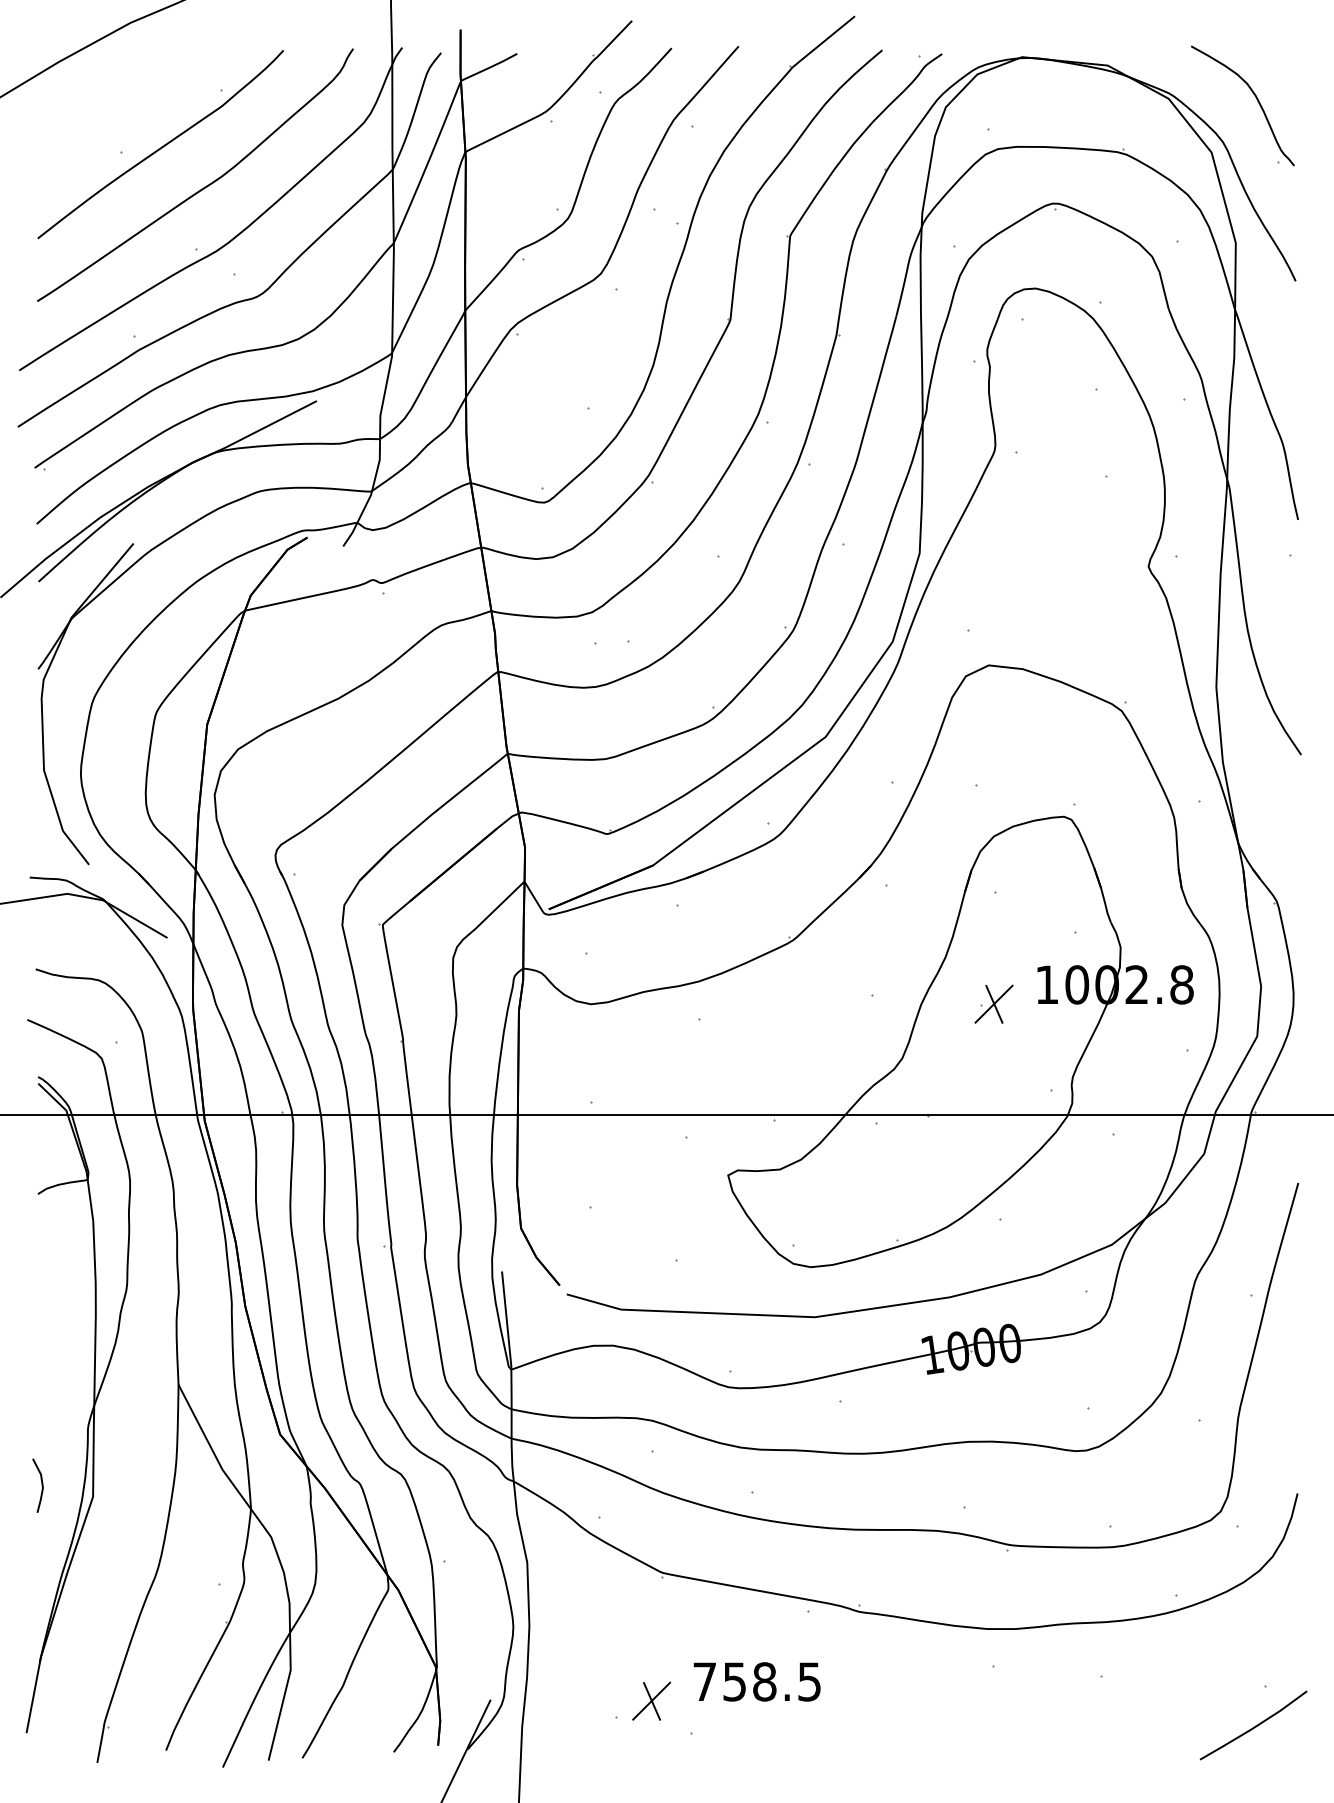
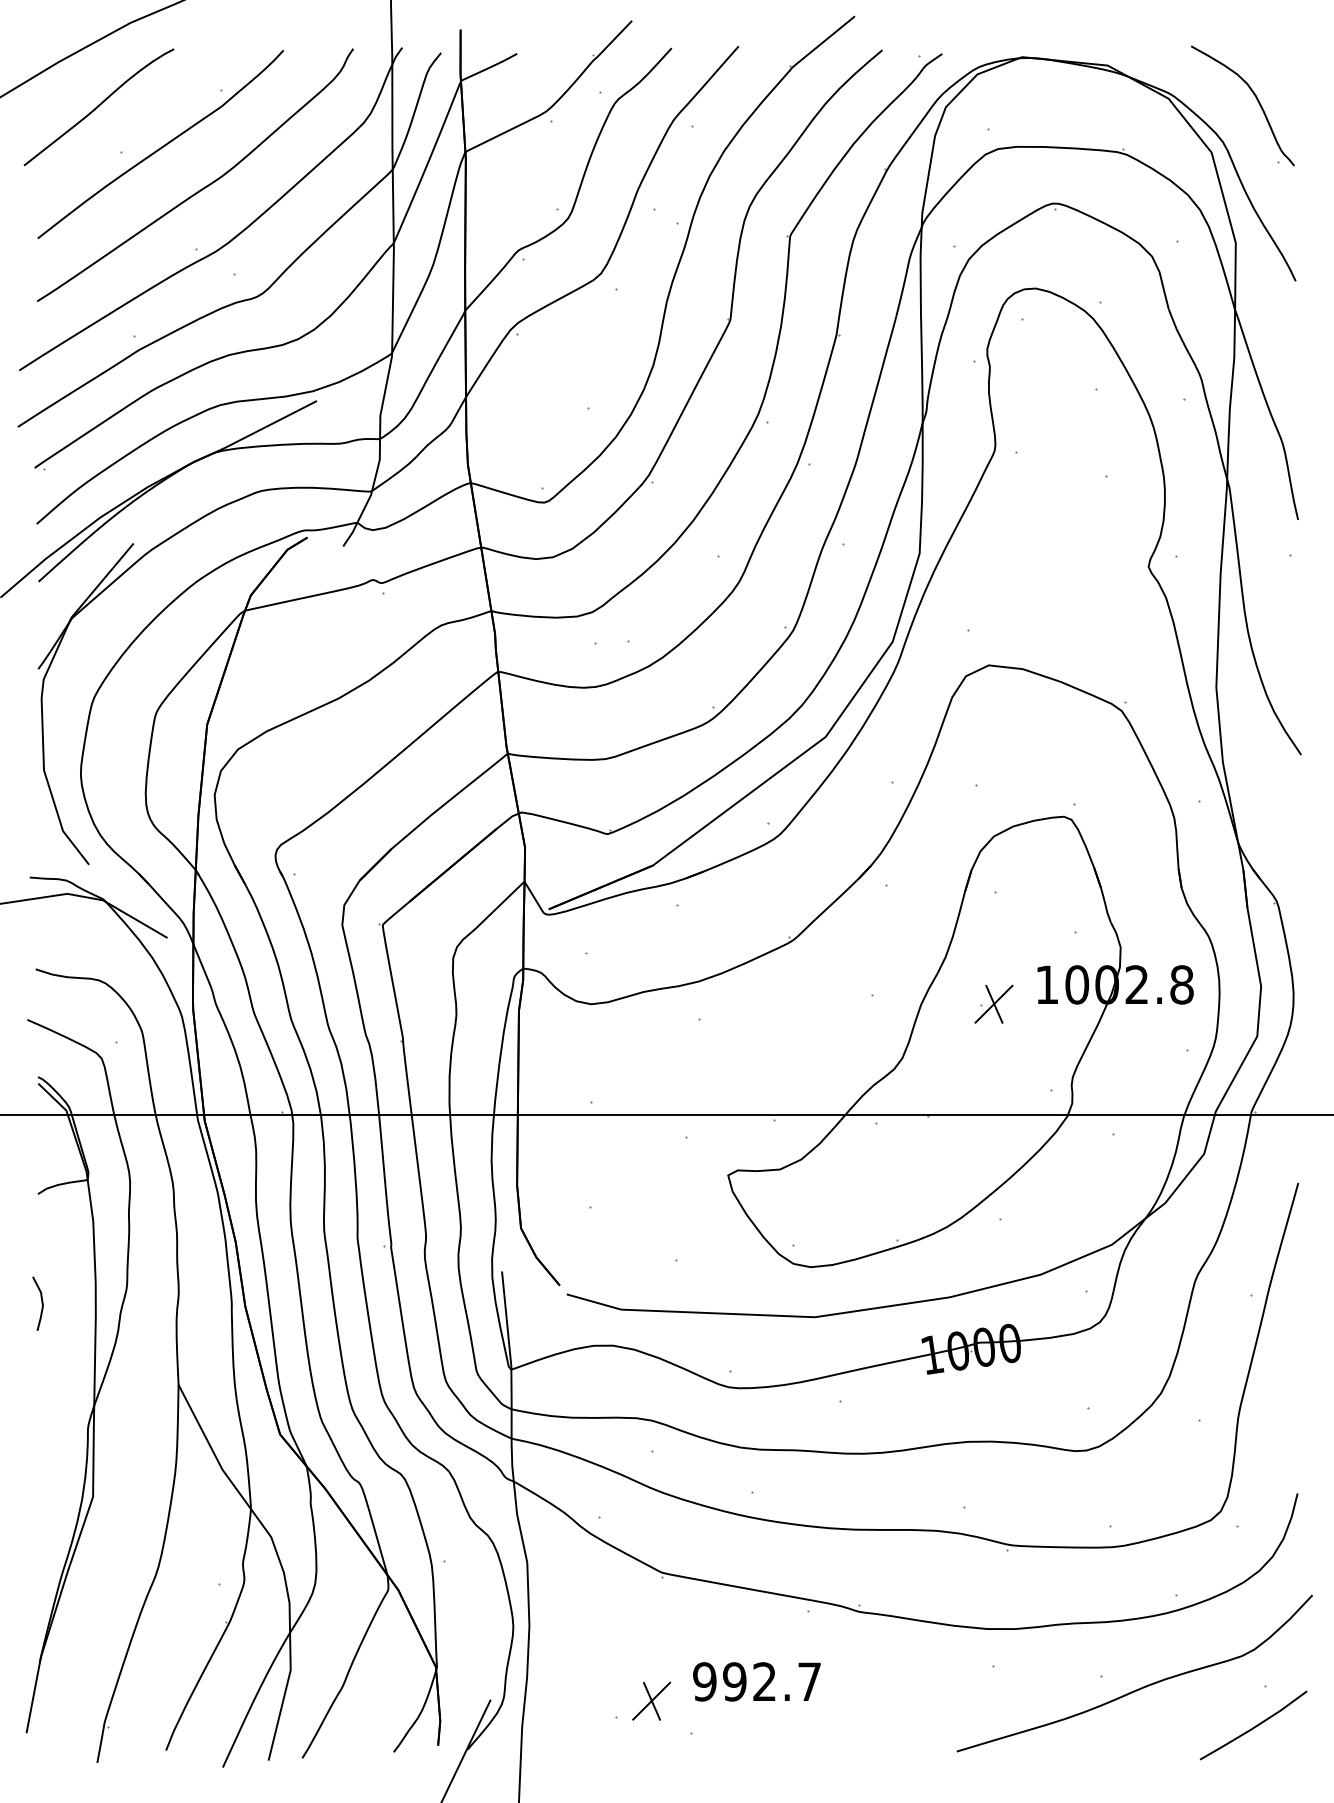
curve at (98, 107): none -> present
line at (41, 1485) position: (41, 1485) -> (41, 1303)
text at (756, 1681): 758.5 -> 992.7
curve at (1140, 1687): none -> present
